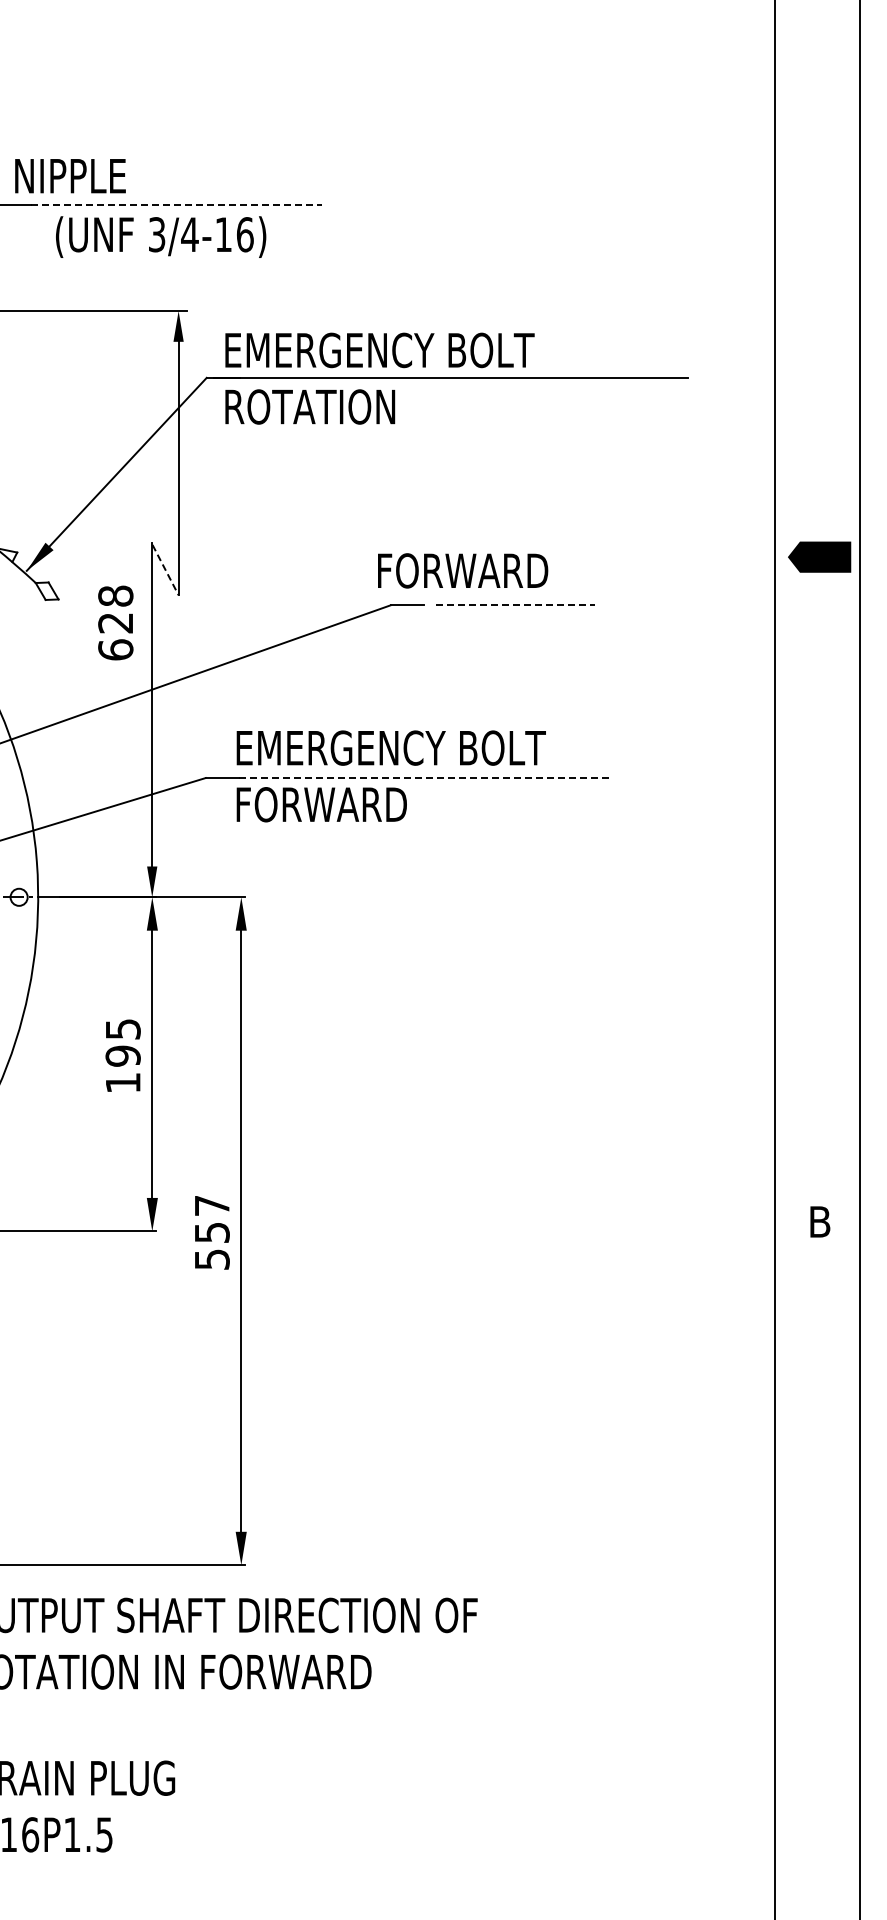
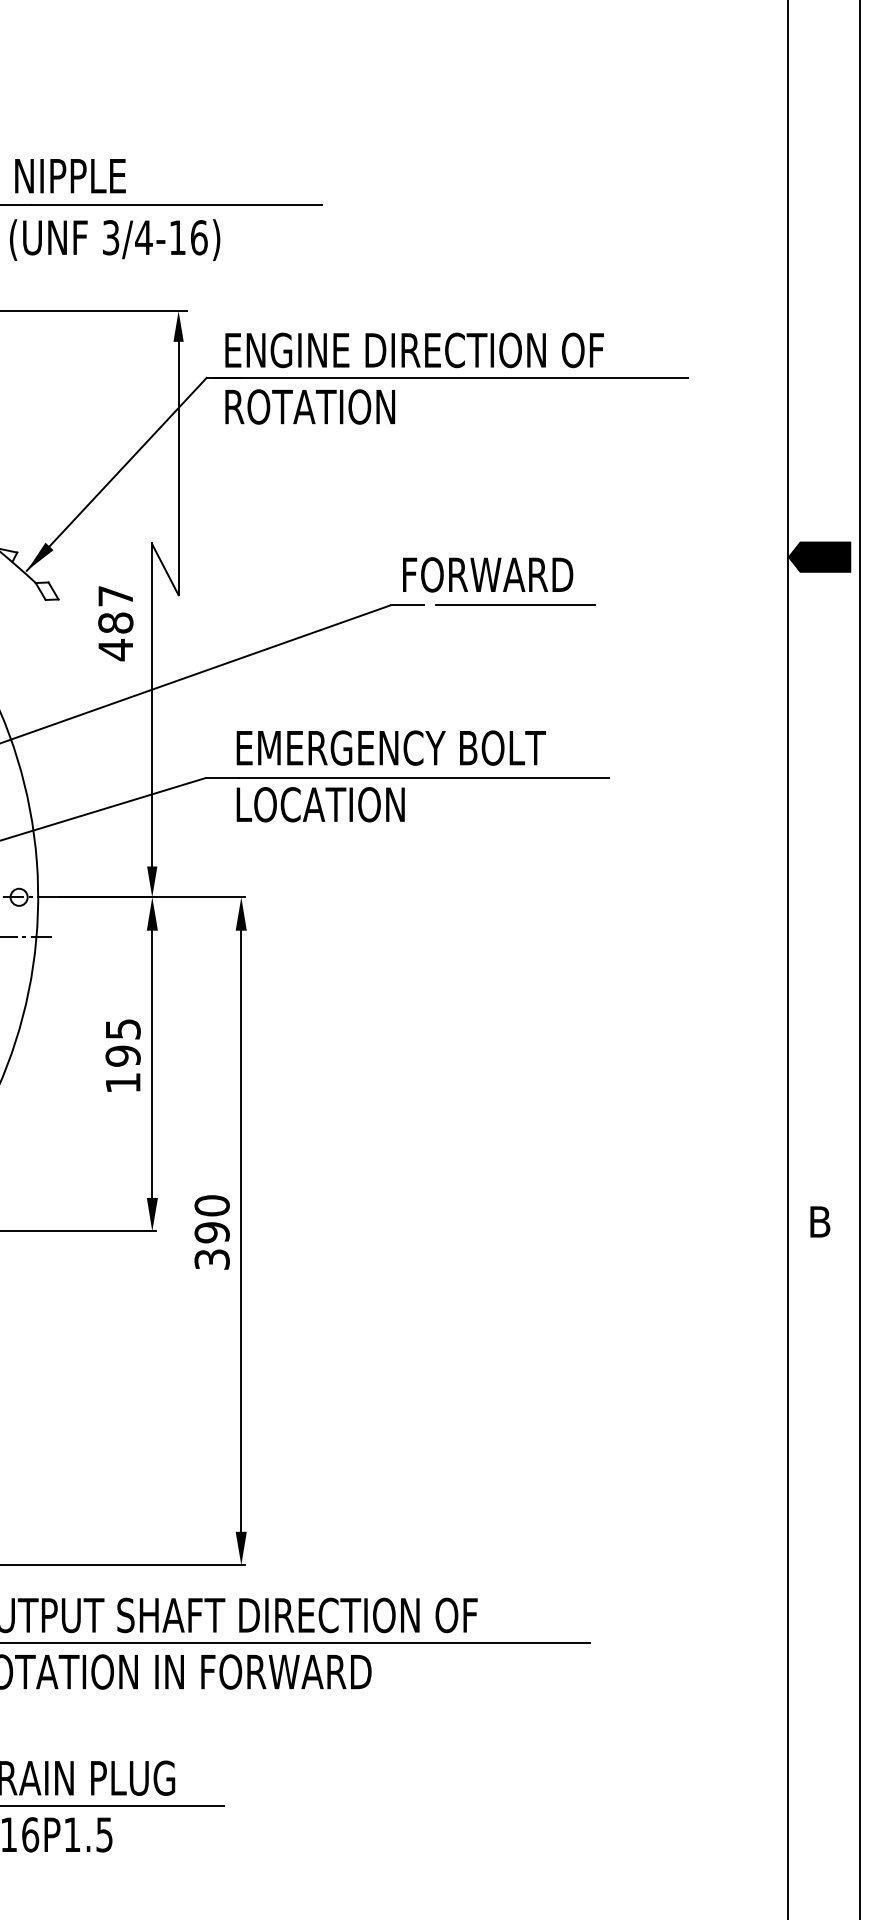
line at (176, 205): dashed -> solid
text at (161, 236) position: (161, 236) -> (115, 239)
text at (426, 350): EMERGENCY BOLT -> ENGINE DIRECTION OF
line at (165, 570): dashed -> solid
text at (463, 570) position: (463, 570) -> (488, 574)
line at (515, 605): dashed -> solid
text at (115, 623): 628 -> 487
line at (424, 778): dashed -> solid
text at (323, 804): FORWARD -> LOCATION
line at (26, 937): none -> present
line at (774, 959) position: (774, 959) -> (787, 959)
text at (211, 1232): 557 -> 390
line at (295, 1642): none -> present
line at (113, 1806): none -> present
